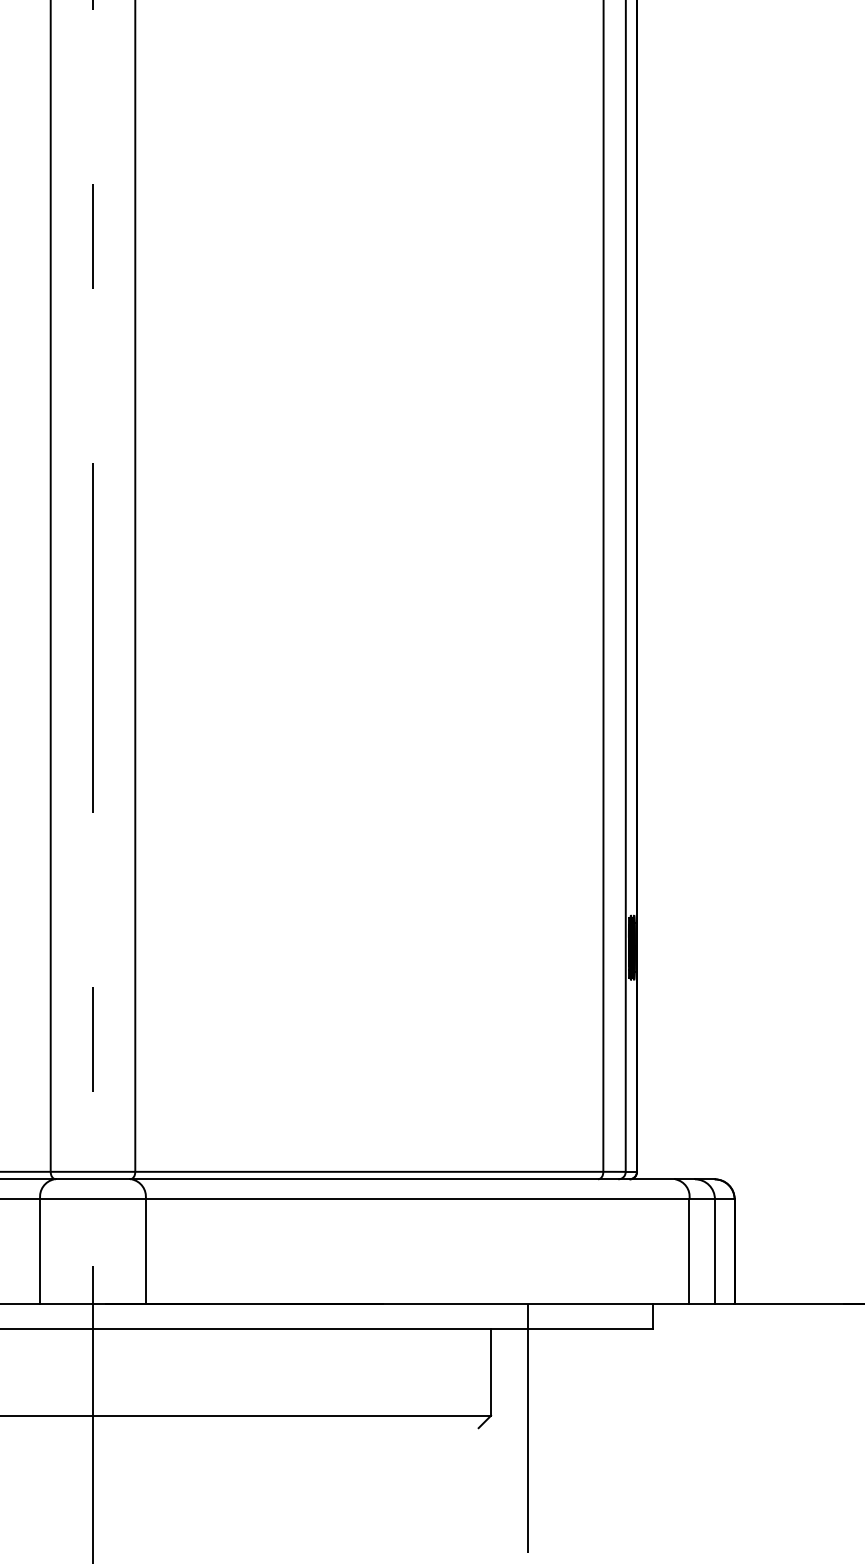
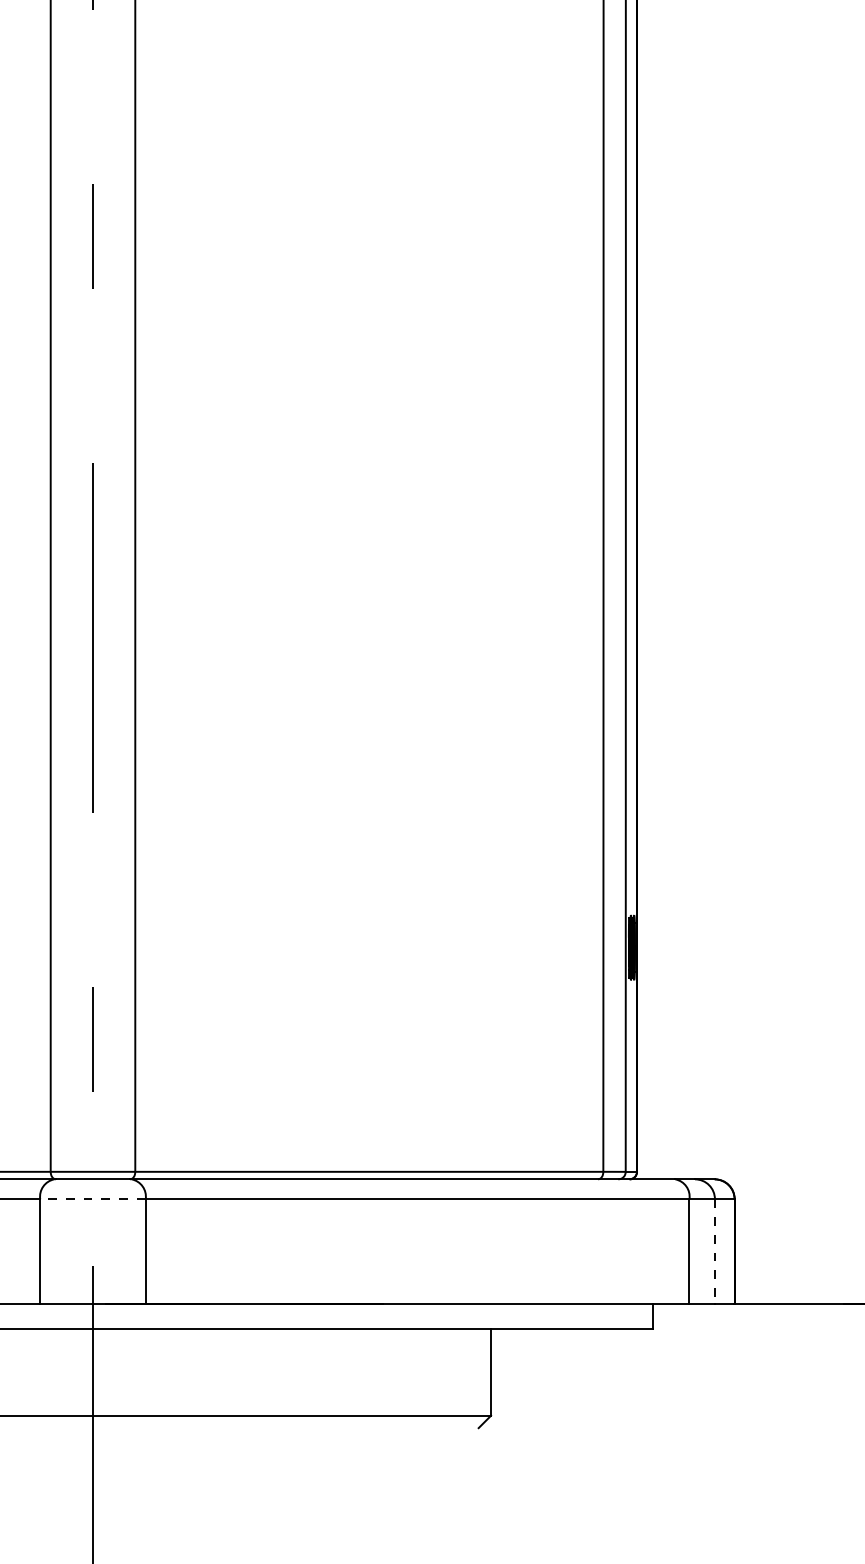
line at (92, 1199): solid -> dashed
line at (714, 1251): solid -> dashed
line at (528, 1427): present -> none
